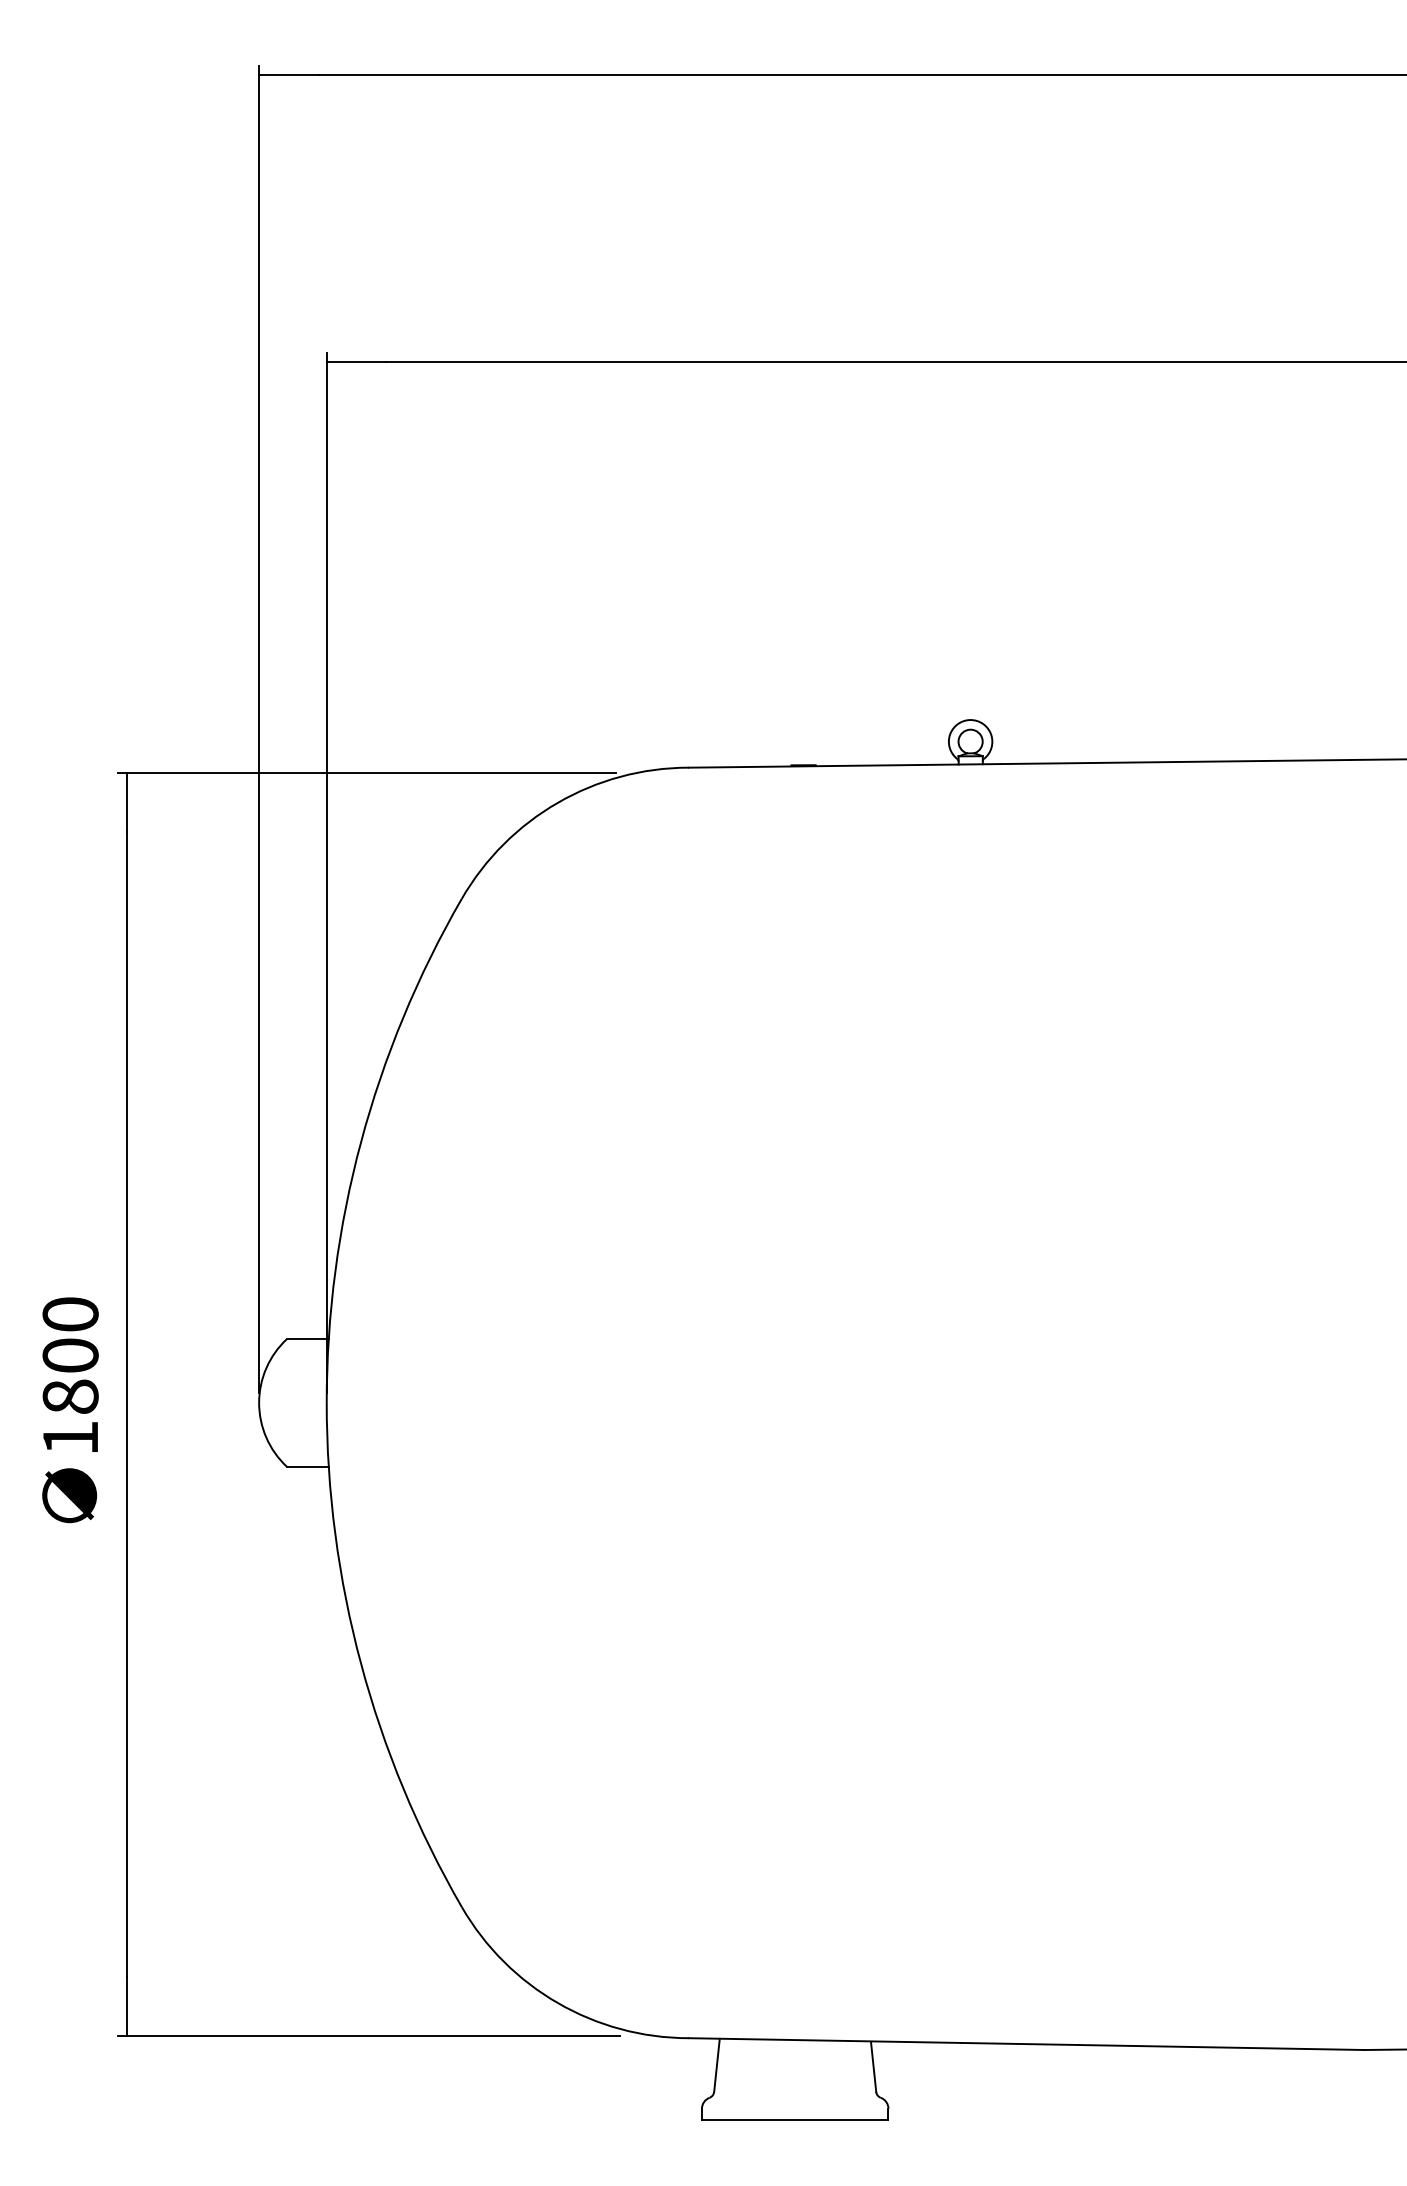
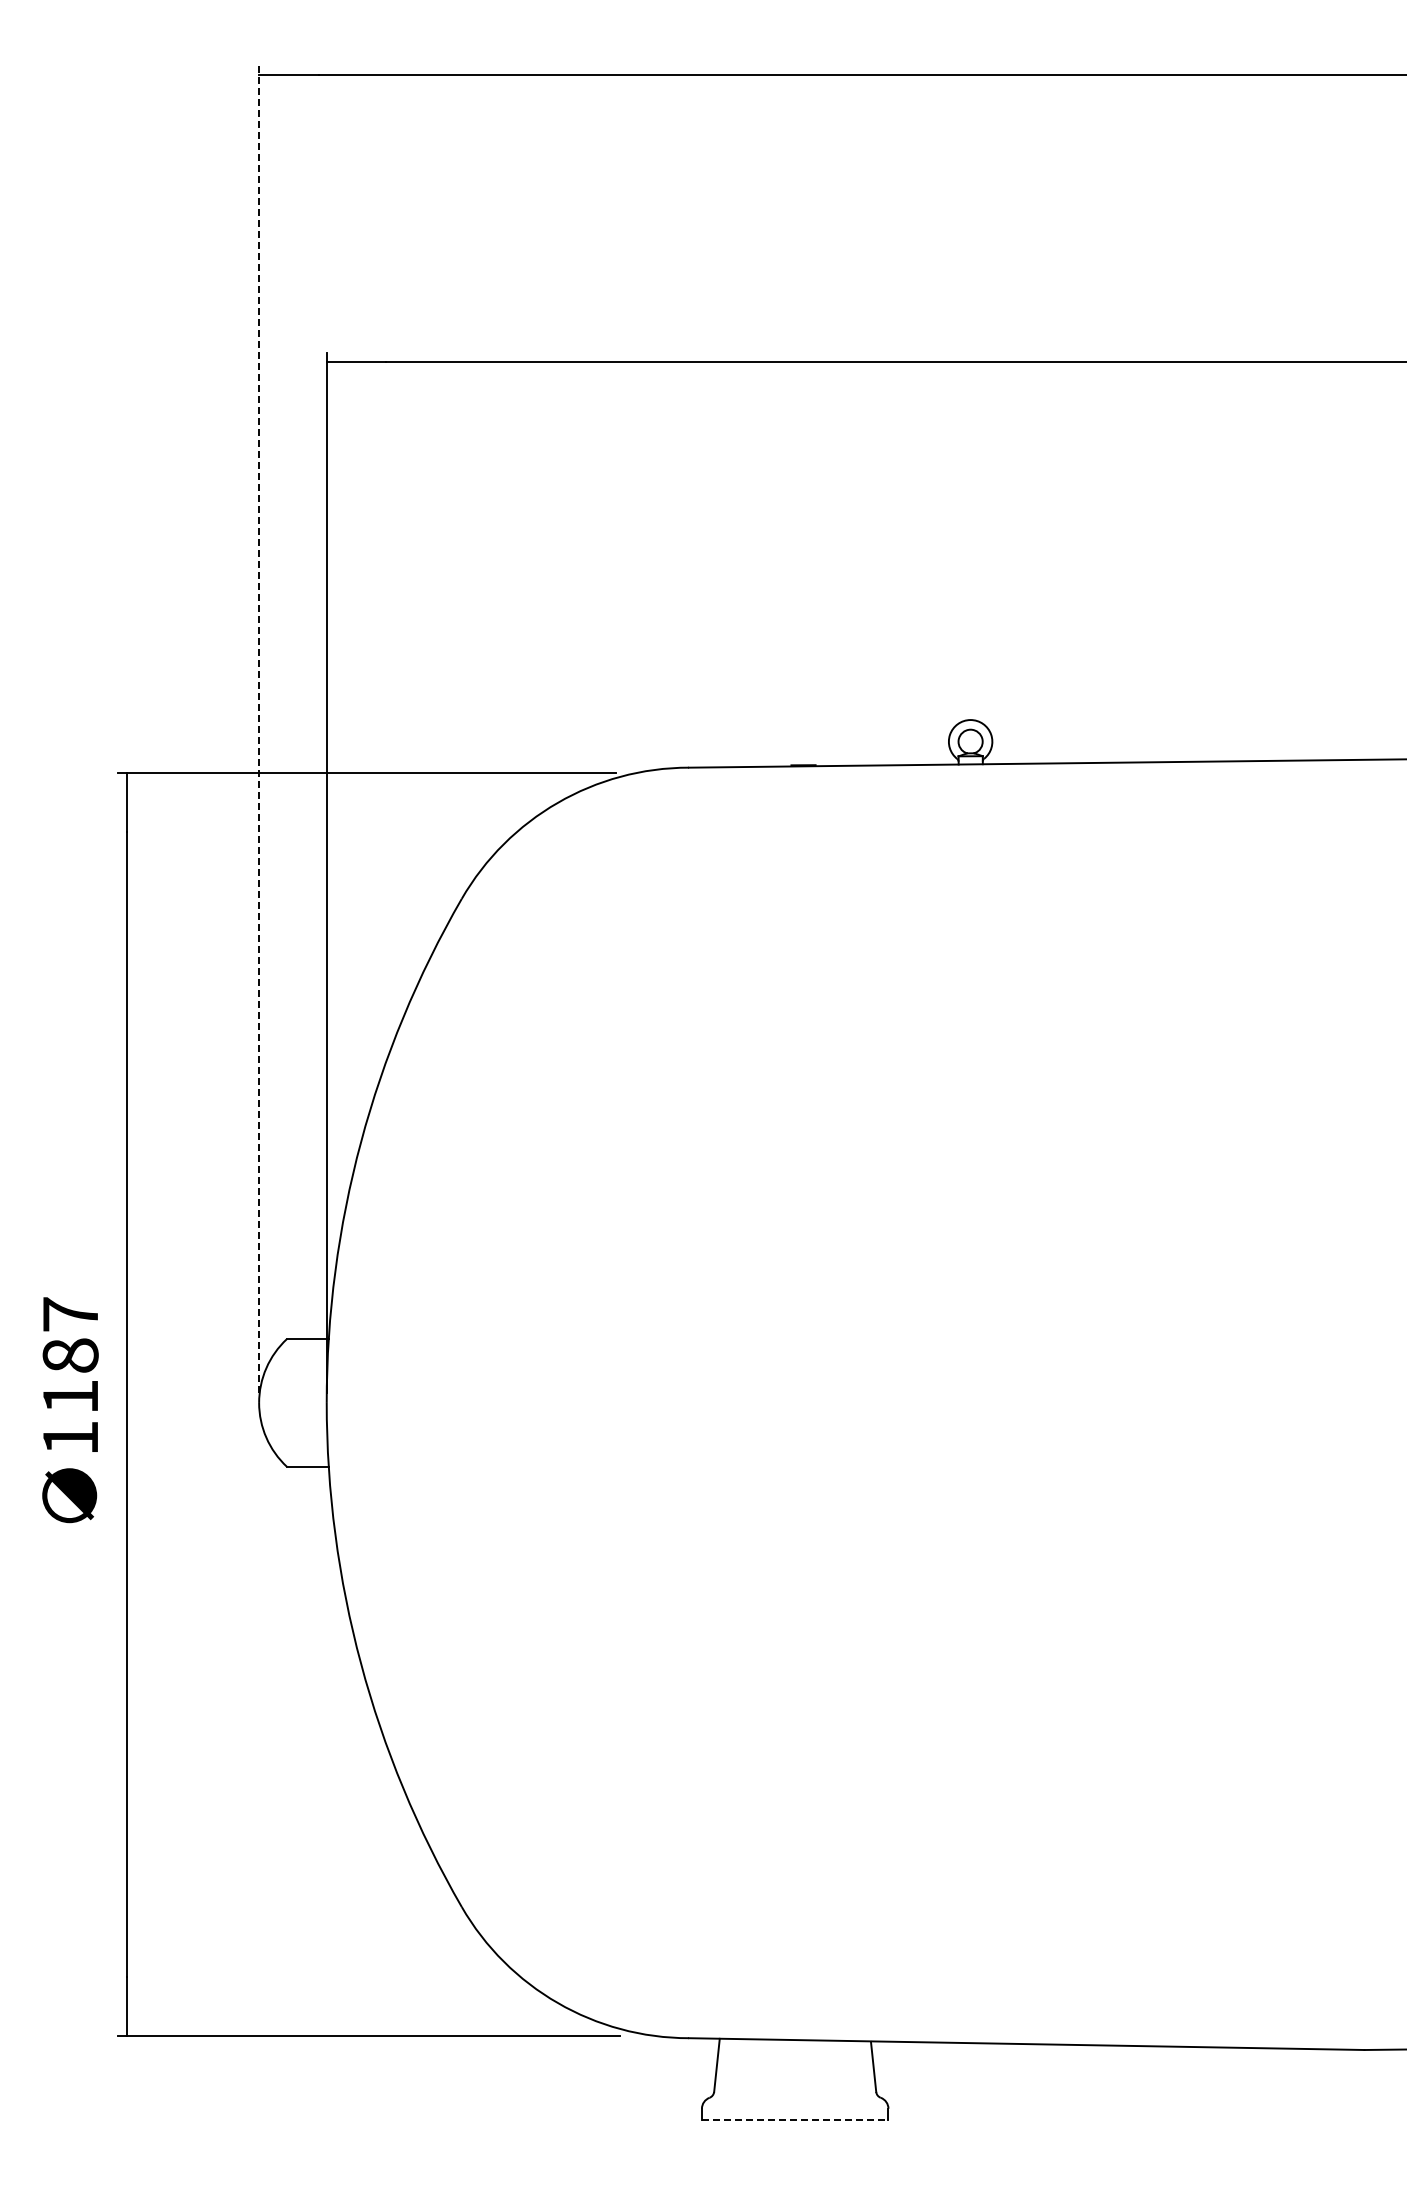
line at (259, 729): solid -> dashed
text at (70, 1355): 1800 -> 1187
line at (795, 2120): solid -> dashed
